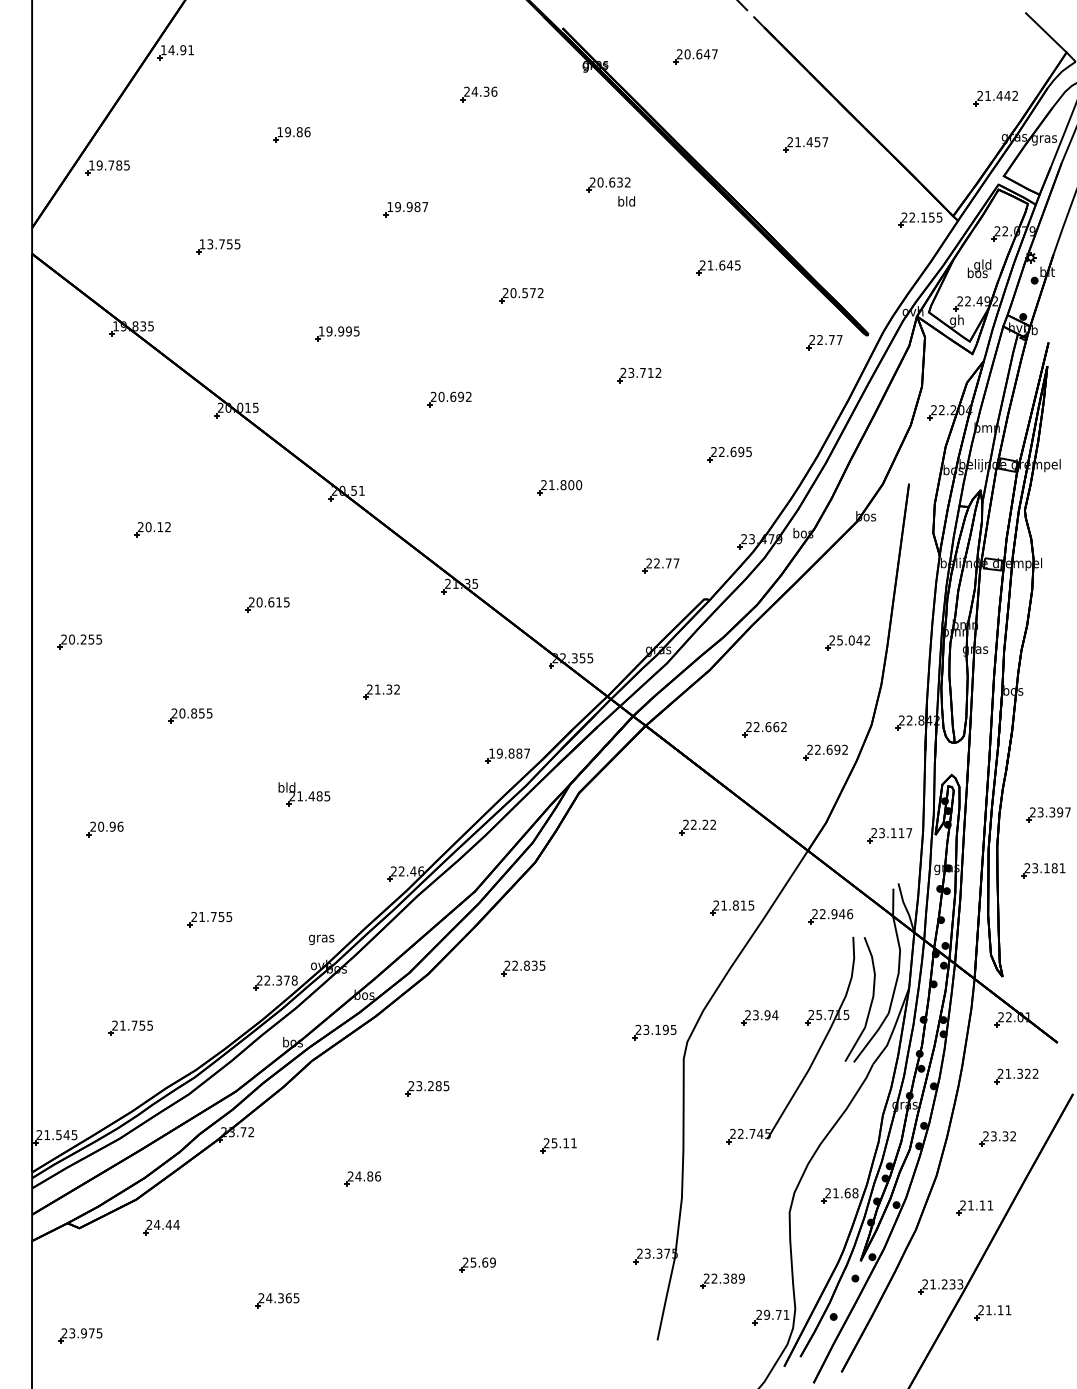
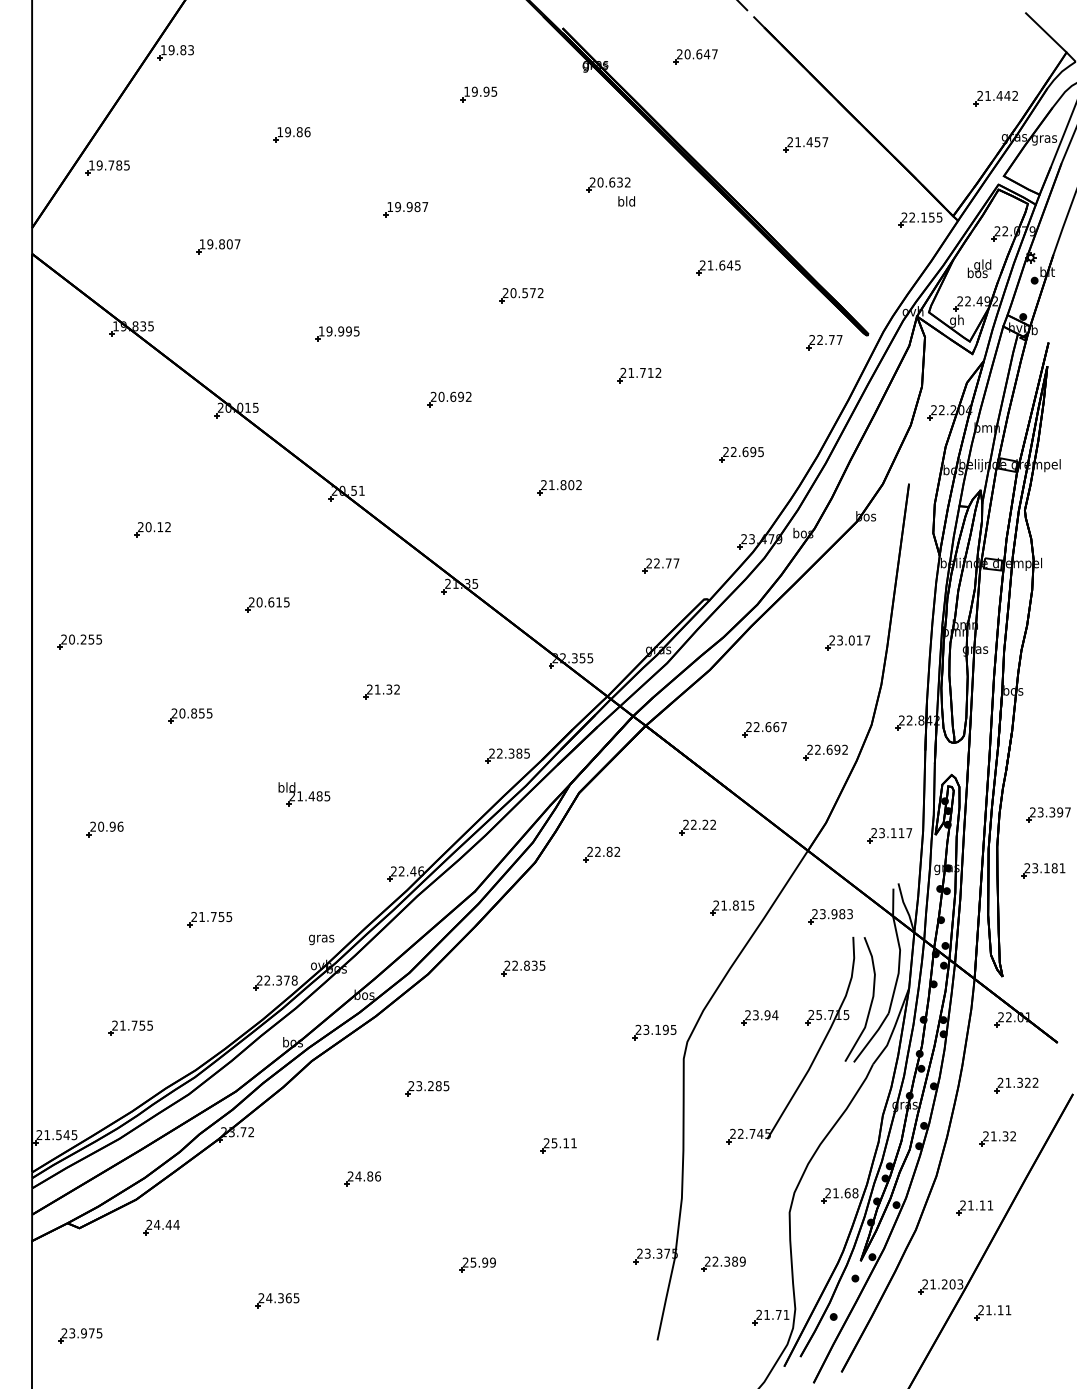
text at (180, 50): 14.91 -> 19.83
text at (480, 91): 24.36 -> 19.95
text at (223, 244): 13.755 -> 19.807
text at (631, 372): 23.712 -> 21.712
part at (729, 454) position: (729, 454) -> (741, 454)
text at (579, 485): 21.800 -> 21.802
text at (853, 640): 25.042 -> 23.017
text at (783, 726): 22.662 -> 22.667
text at (509, 753): 19.887 -> 22.385
part at (601, 854): none -> present
text at (836, 914): 22.946 -> 23.983
part at (1016, 1076) position: (1016, 1076) -> (1016, 1085)
text at (993, 1136): 23.32 -> 21.32
text at (485, 1262): 25.69 -> 25.99
part at (722, 1280) position: (722, 1280) -> (723, 1263)
text at (952, 1284): 21.233 -> 21.203
text at (767, 1314): 29.71 -> 21.71
